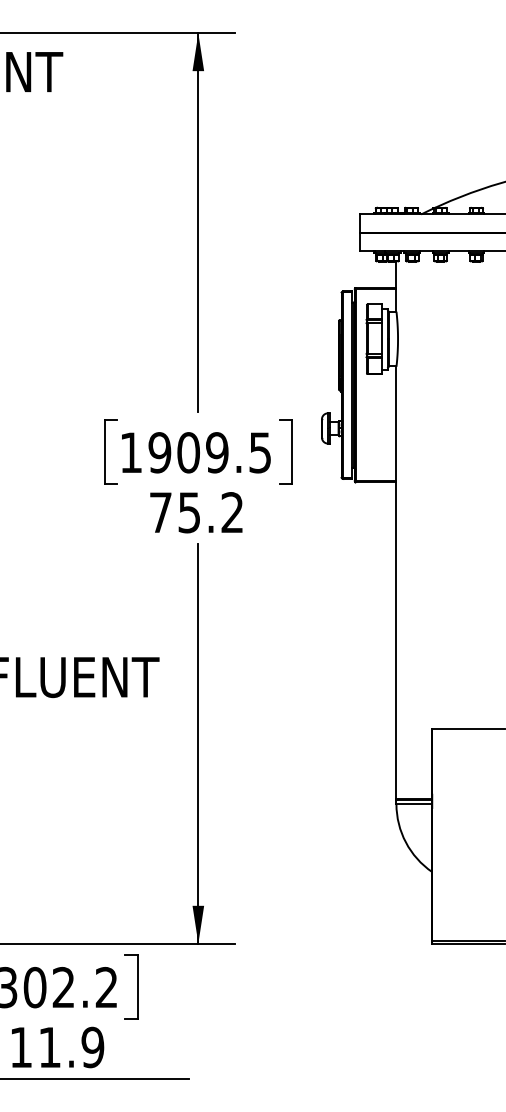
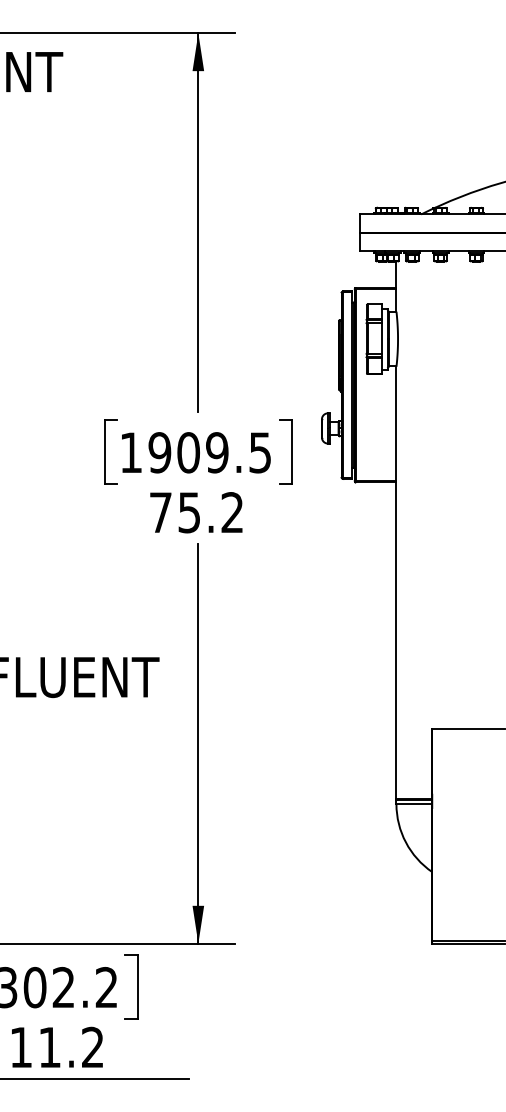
text at (92, 1047): 11.9 -> 11.2
